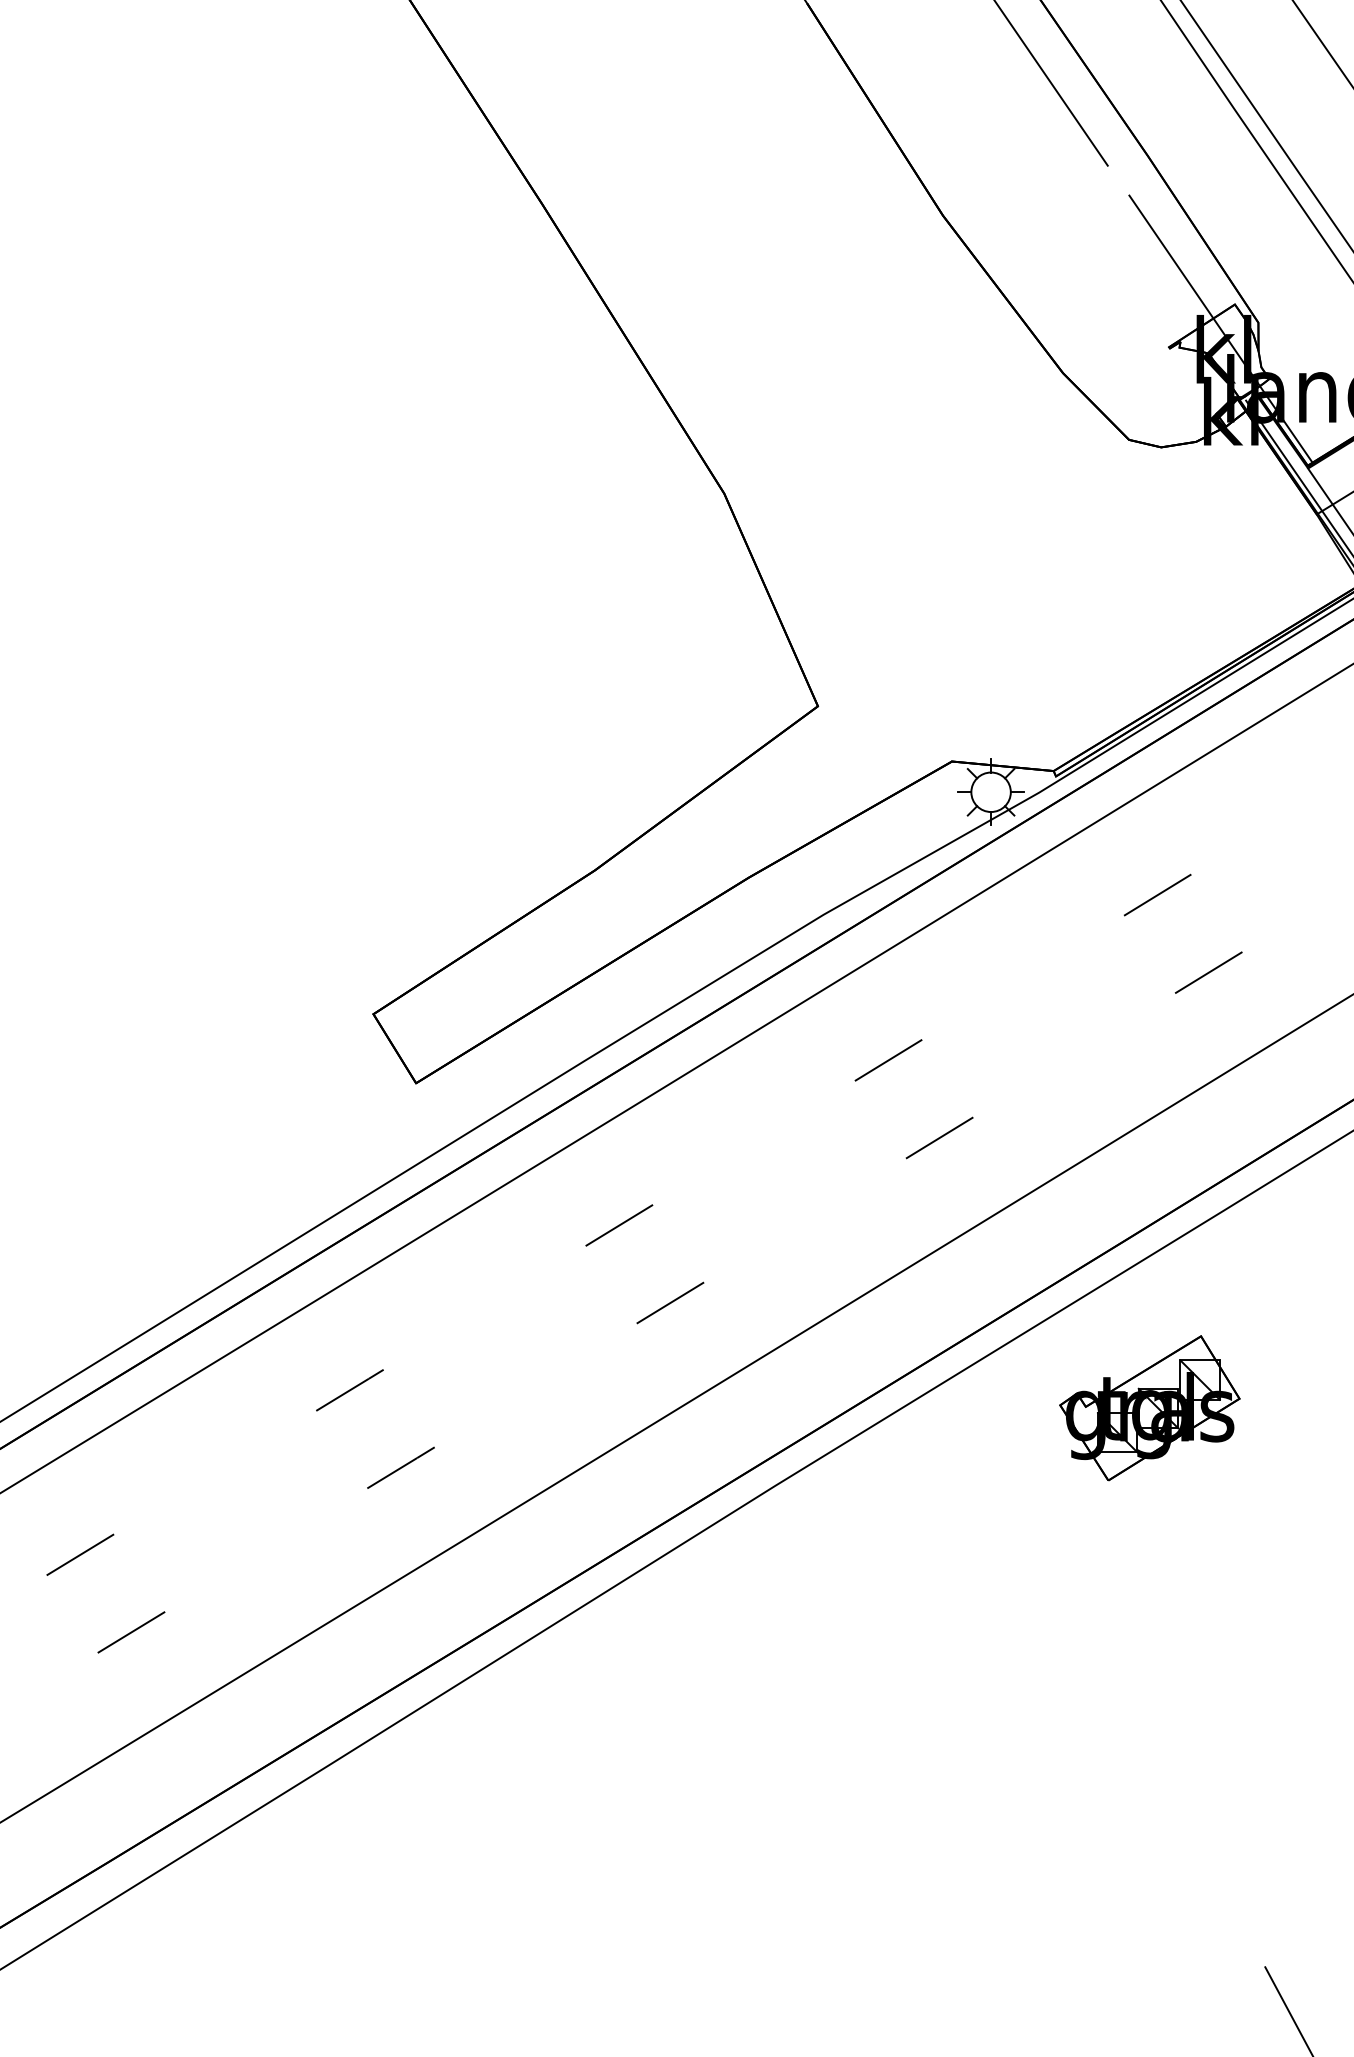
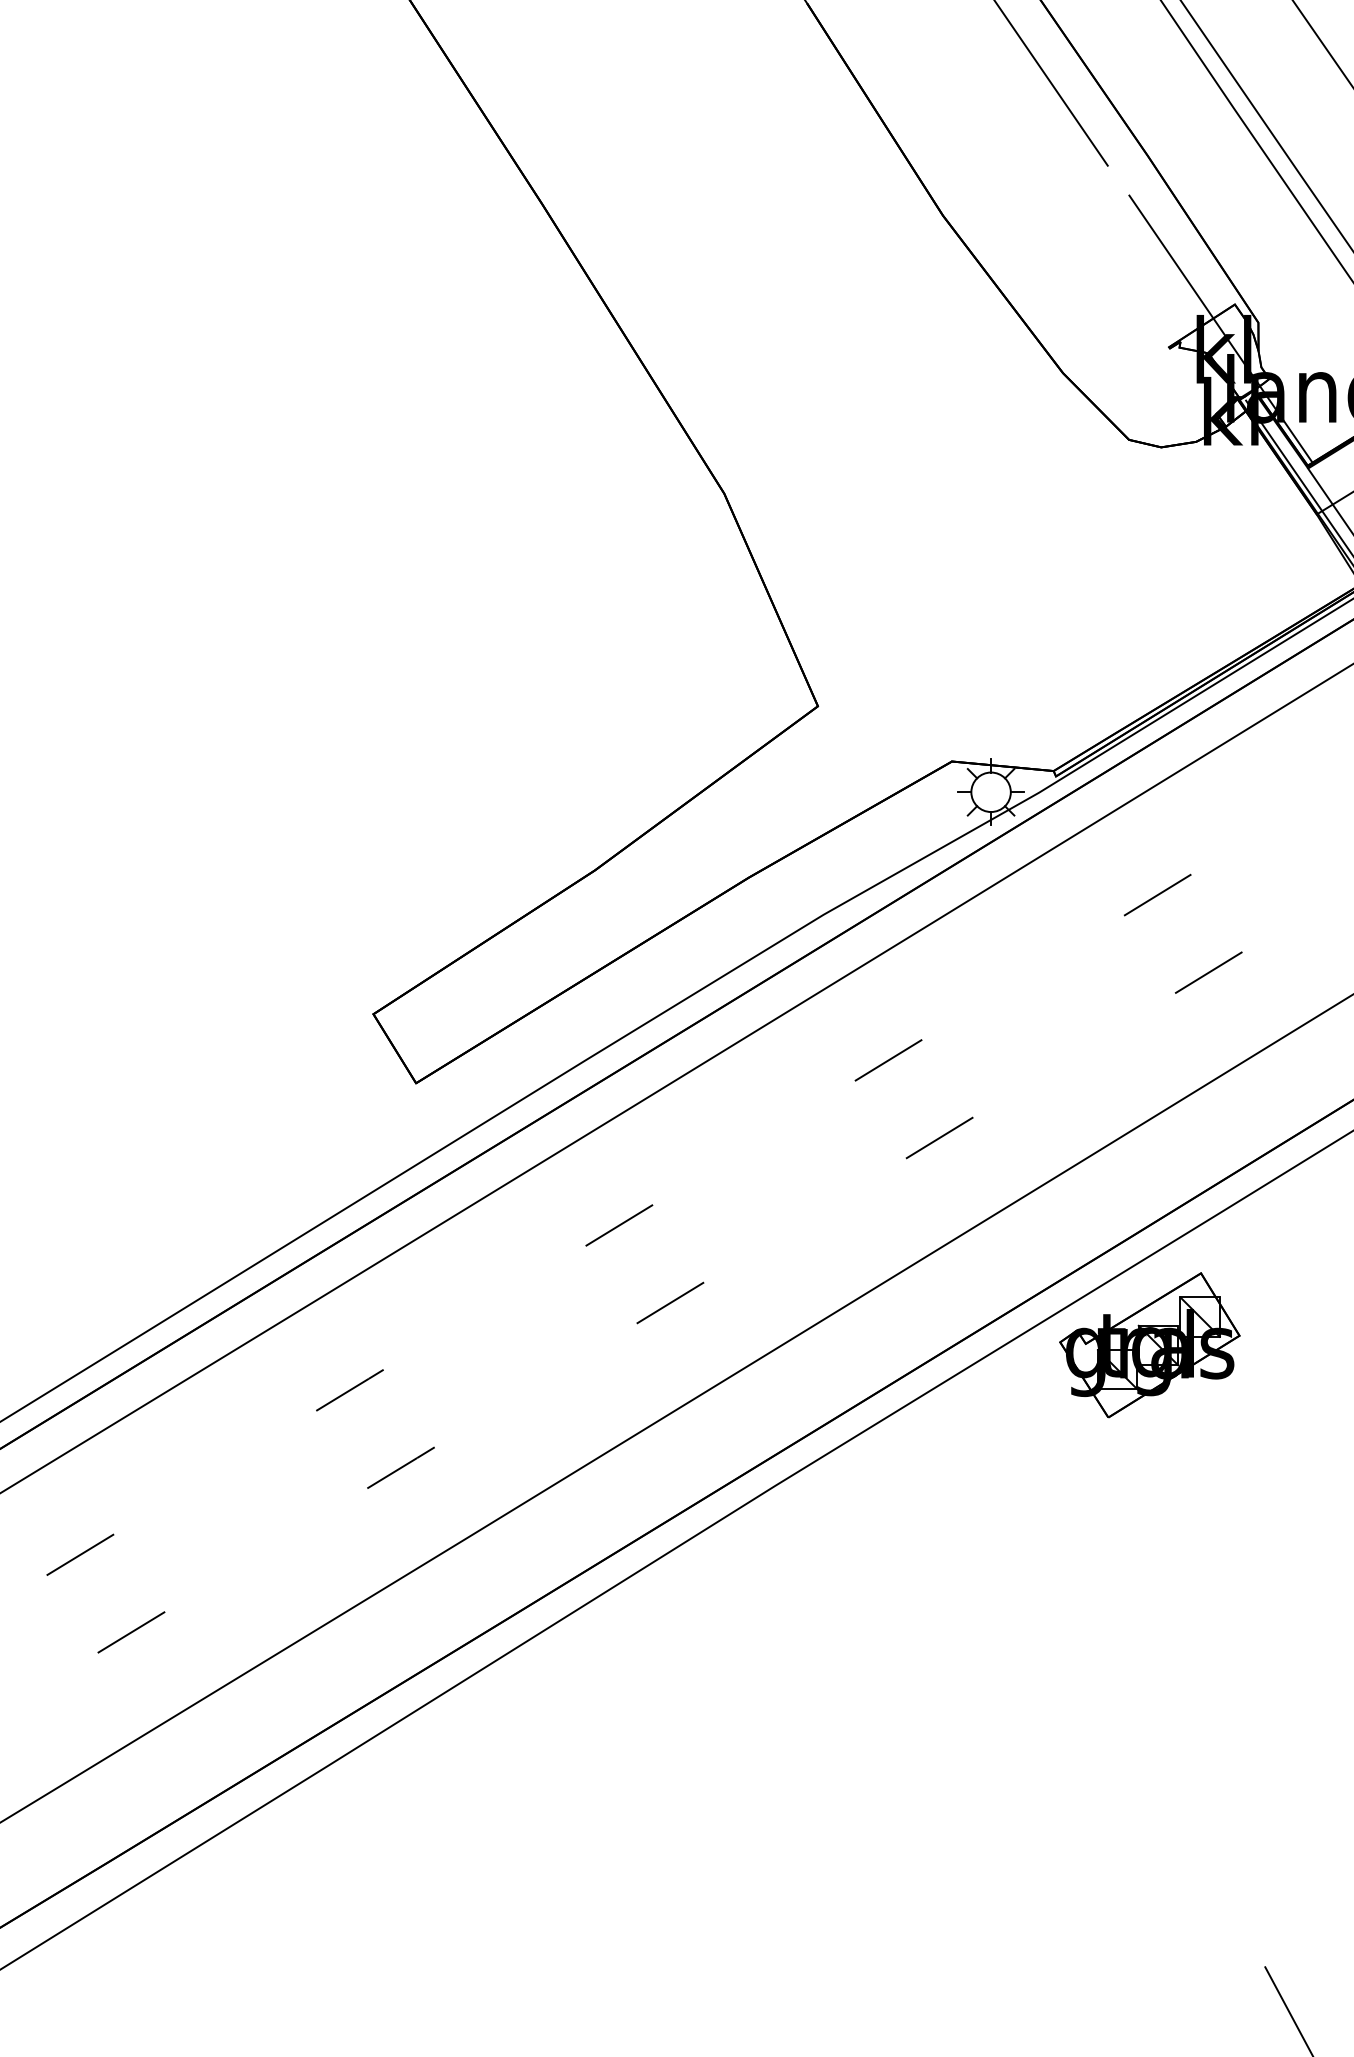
part at (1149, 1408) position: (1149, 1408) -> (1149, 1345)
